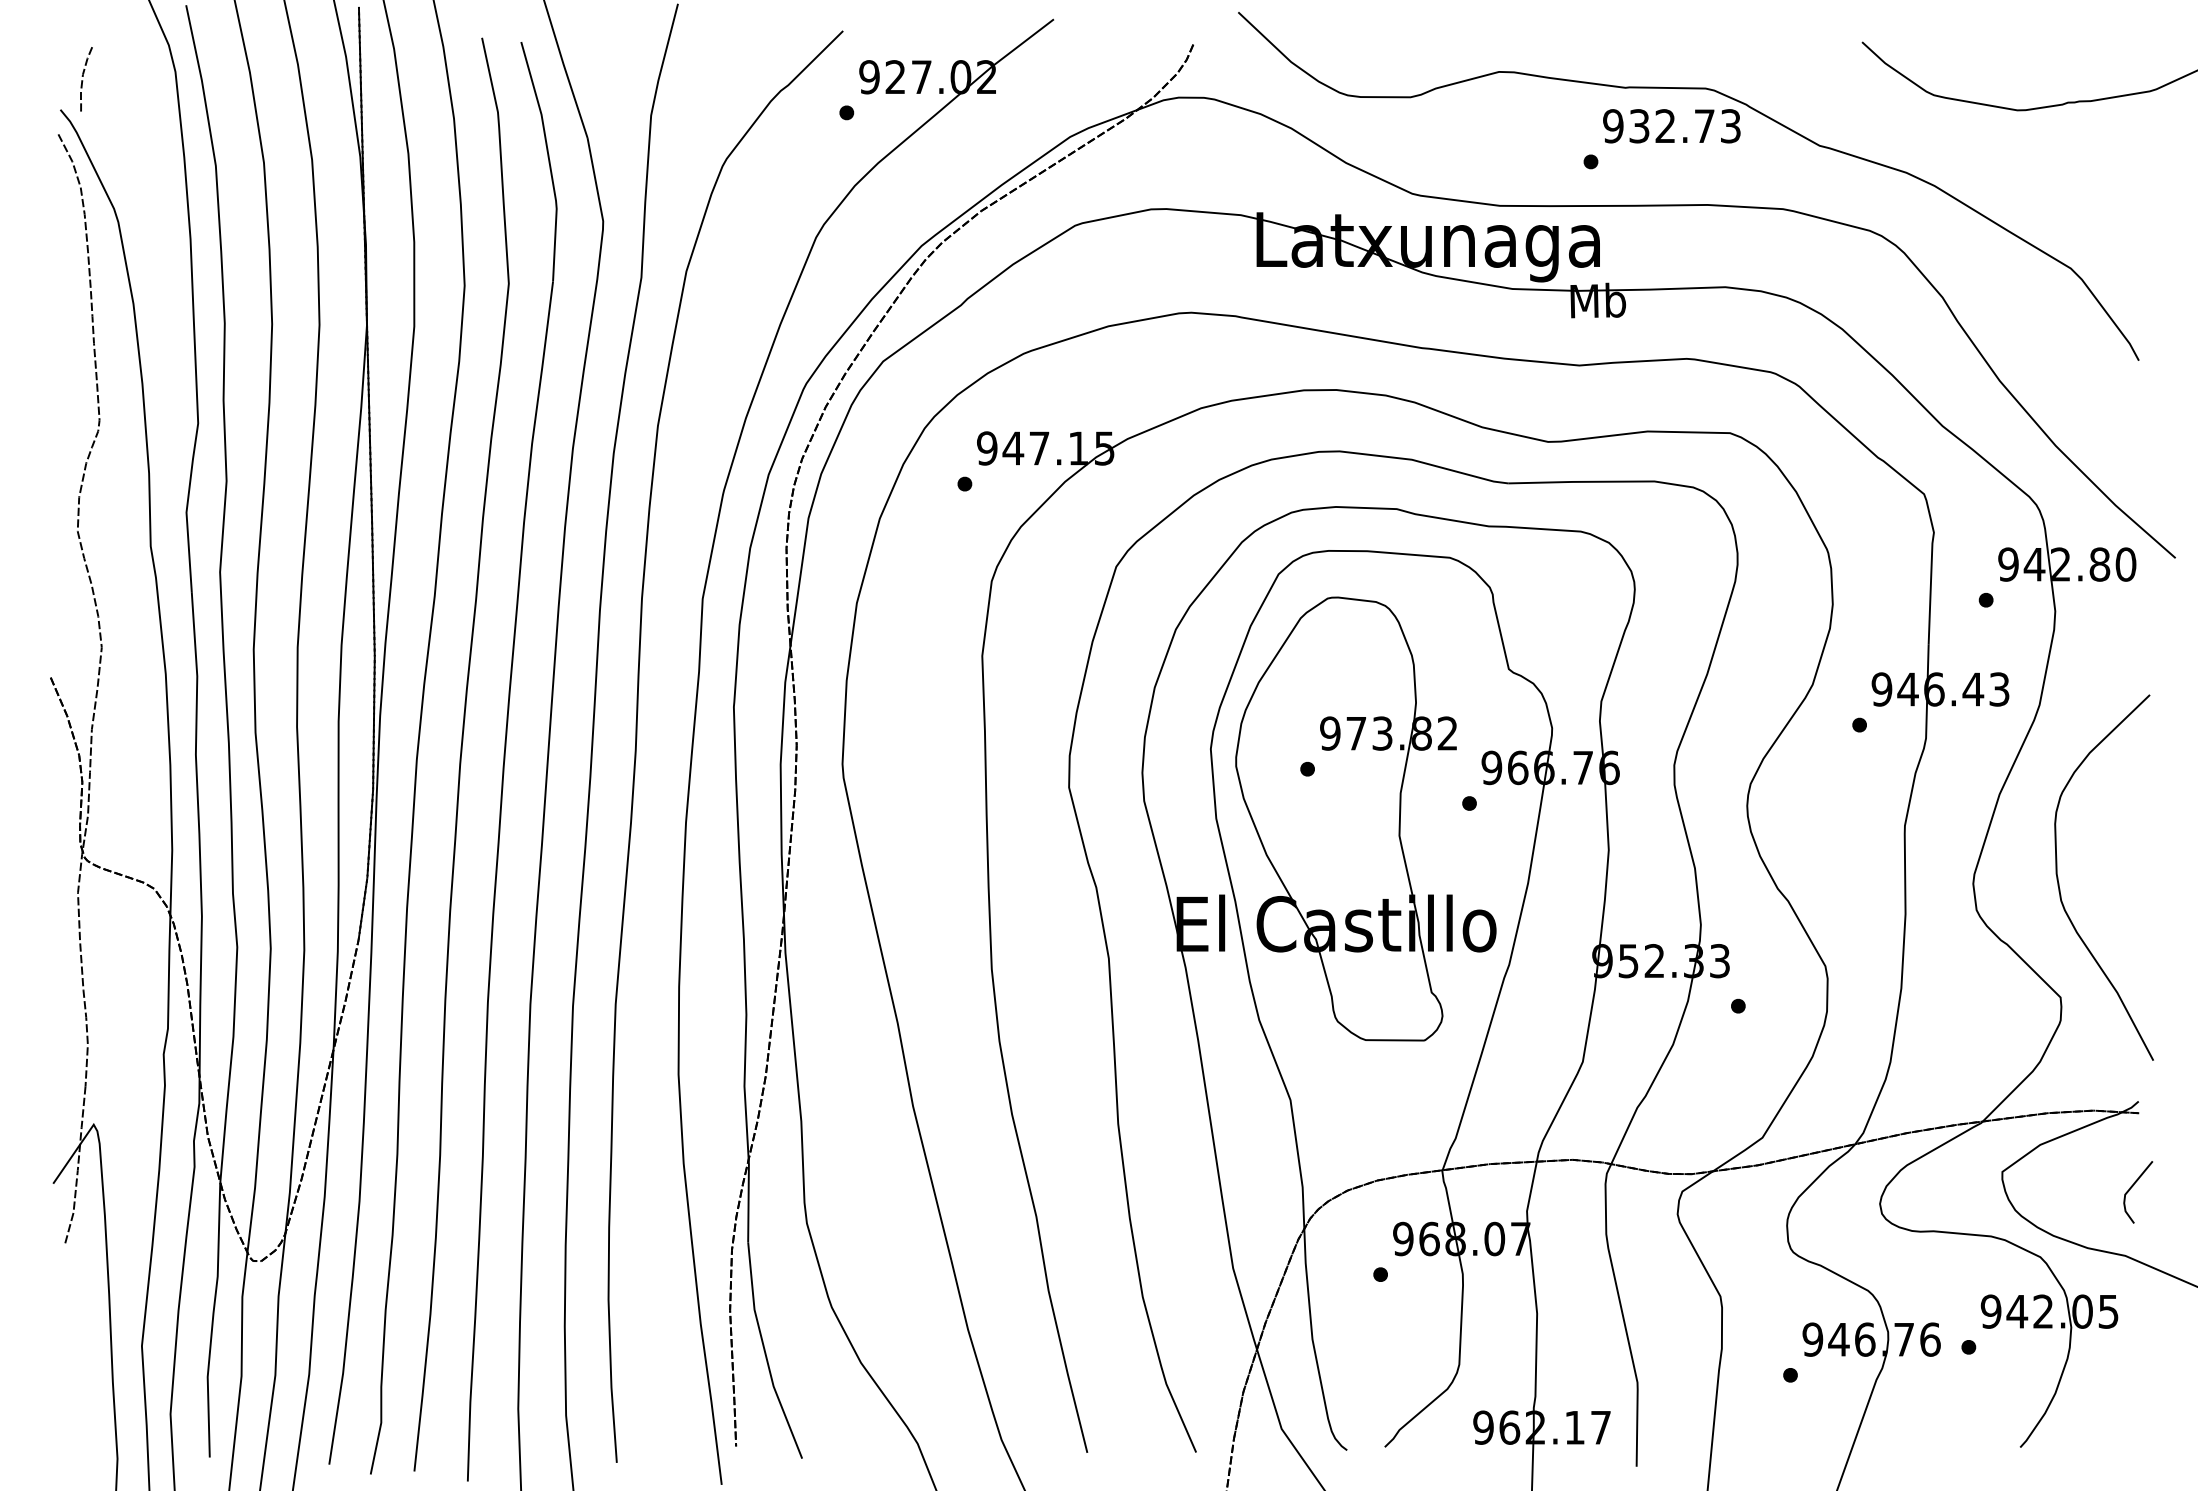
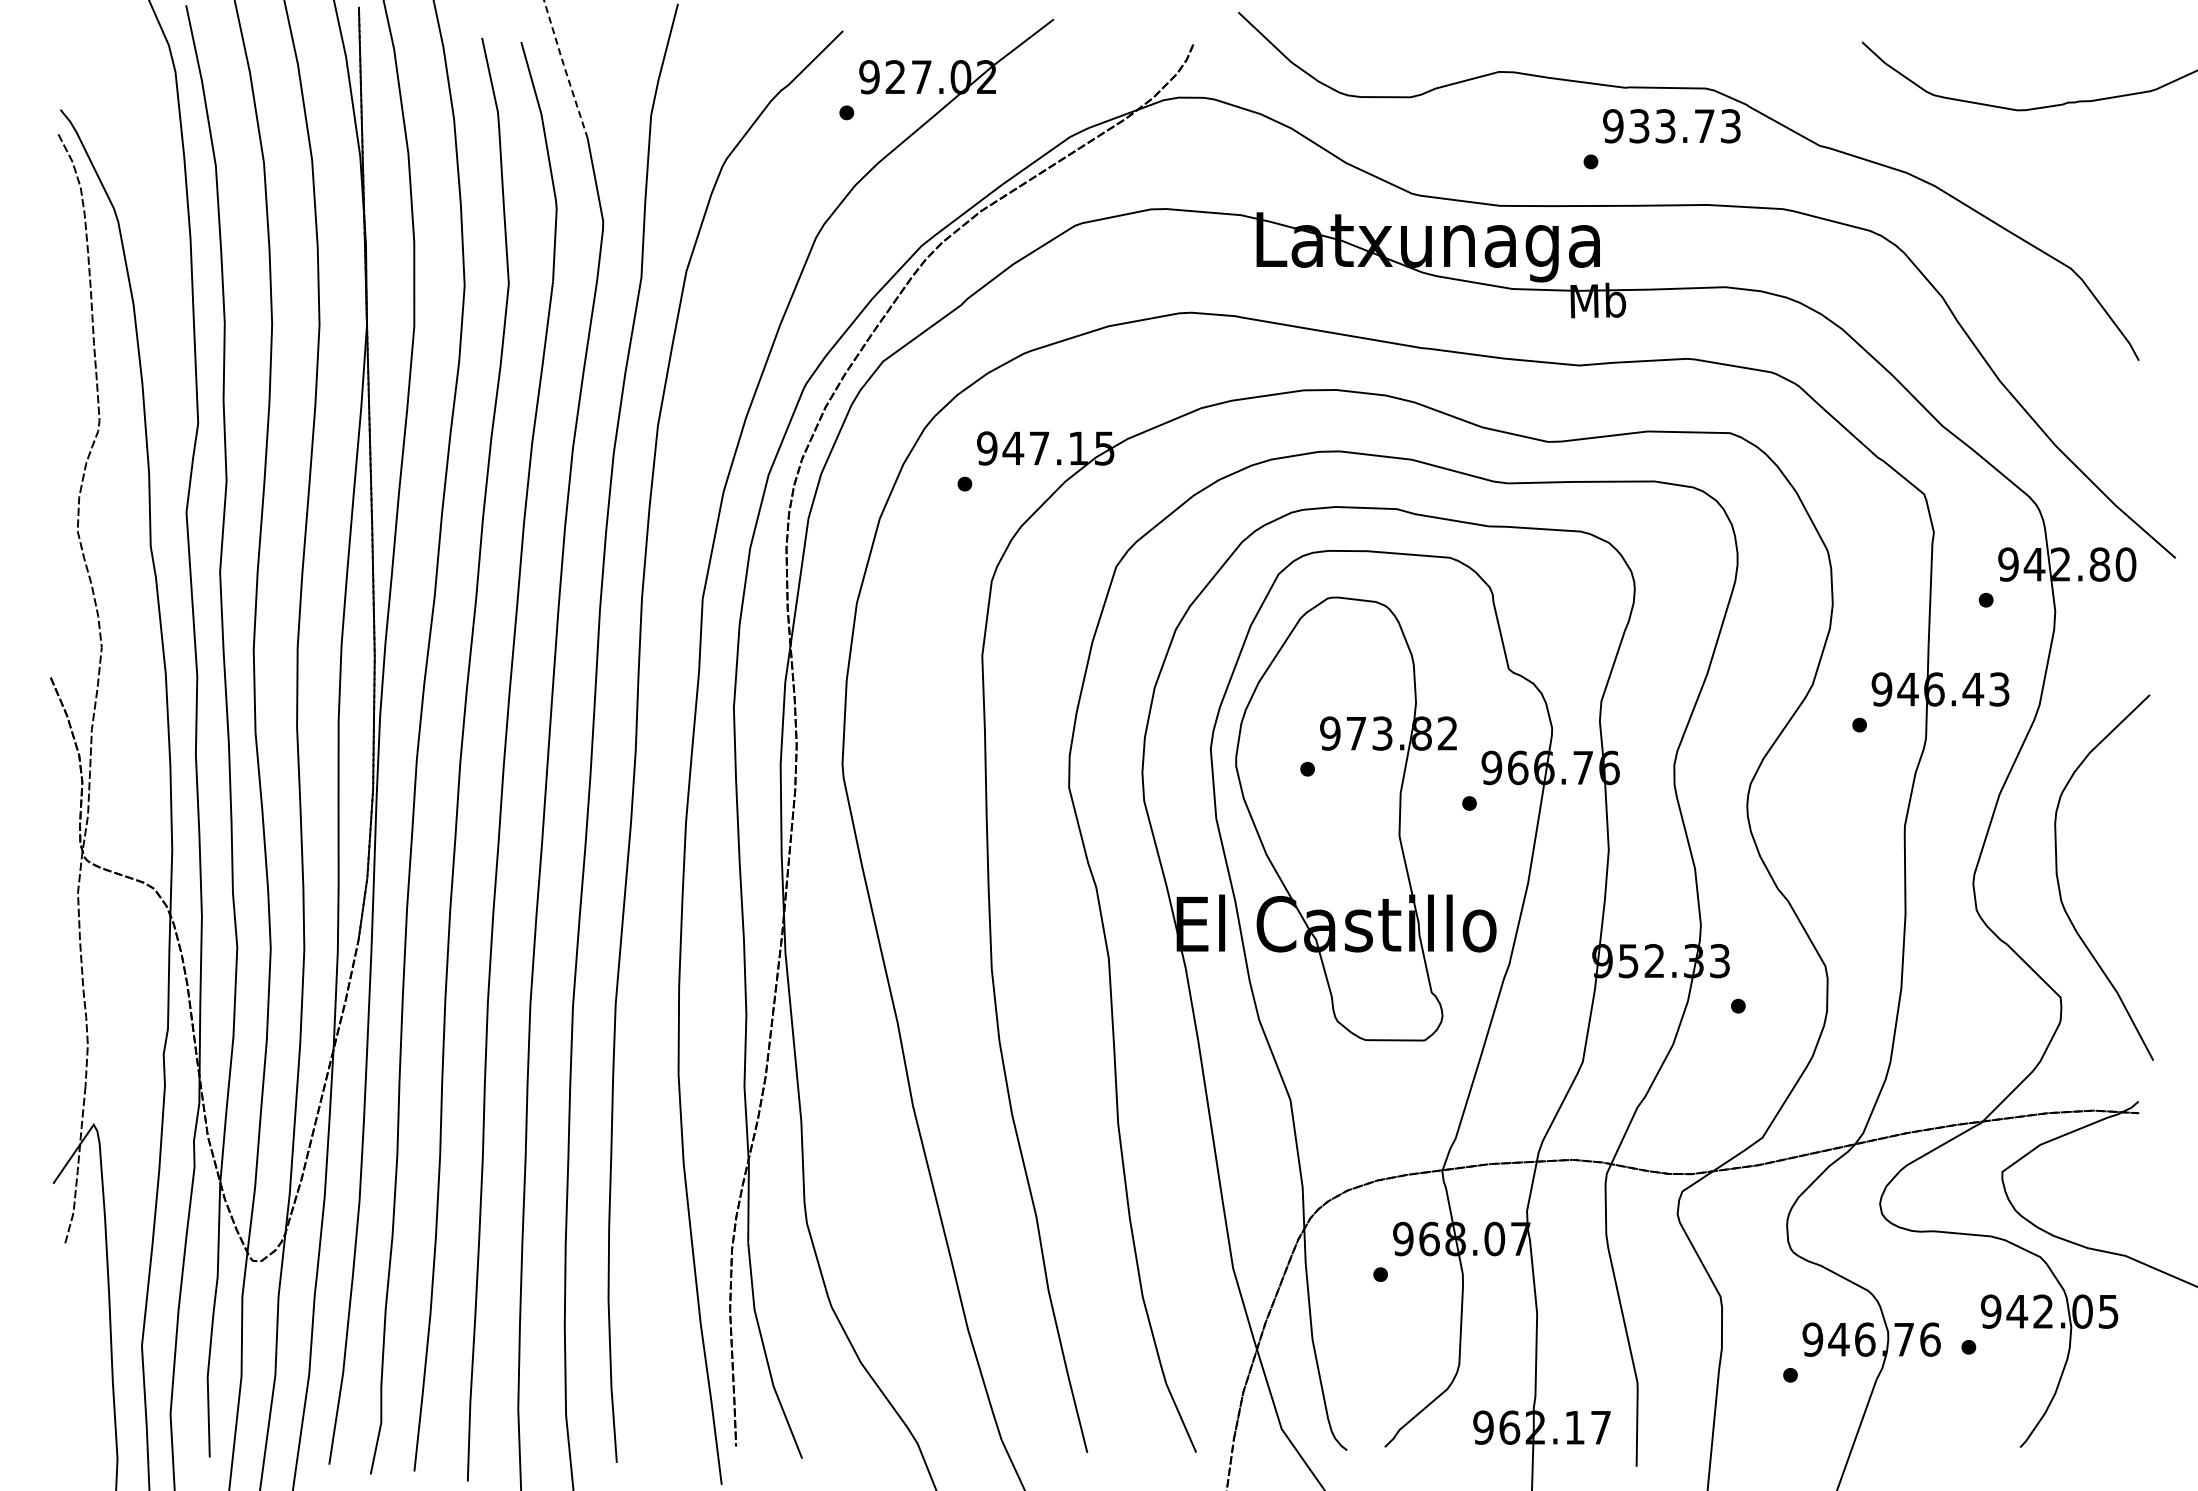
line at (565, 69): solid -> dashed
curve at (83, 80): present -> none
text at (1665, 126): 932.73 -> 933.73
line at (2133, 1186): present -> none
